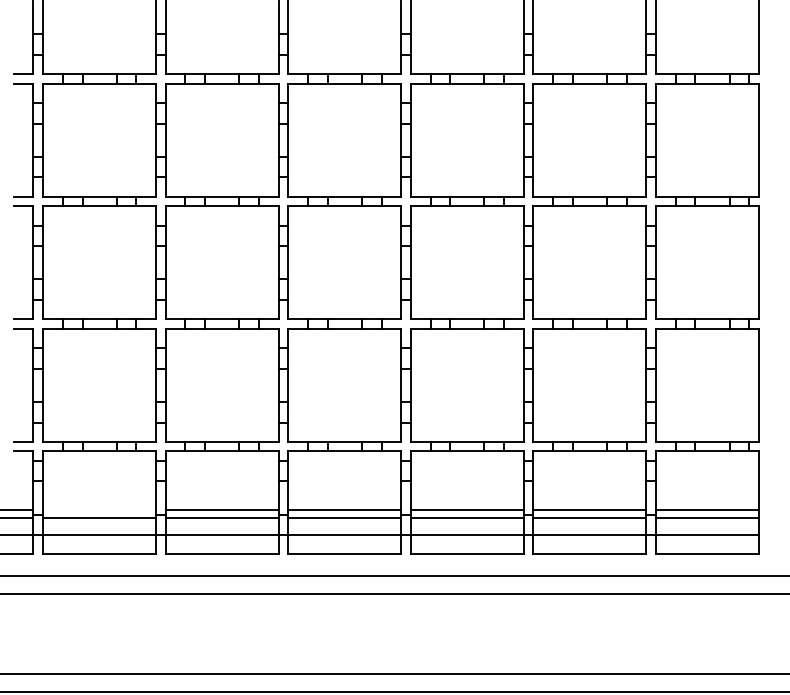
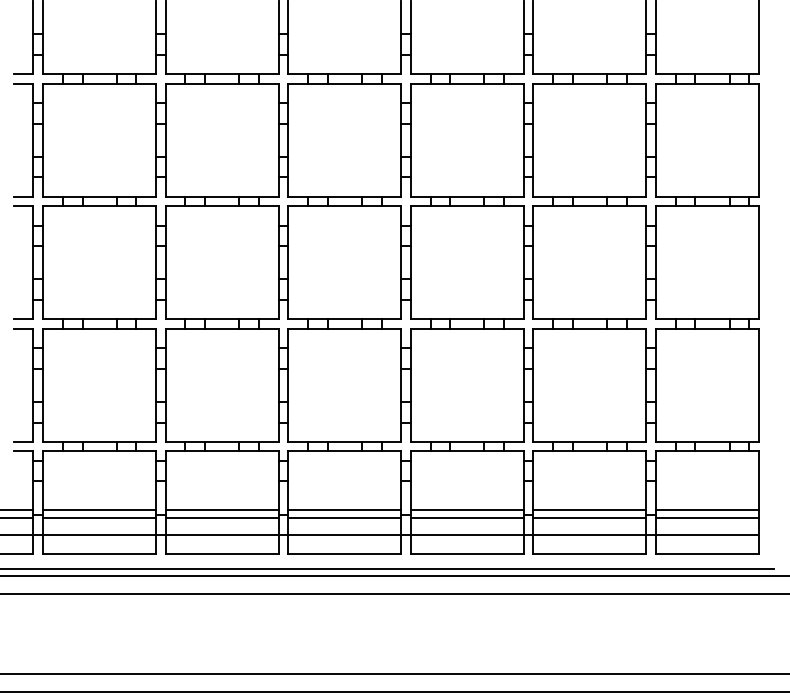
line at (99, 510): none -> present
line at (387, 569): none -> present
